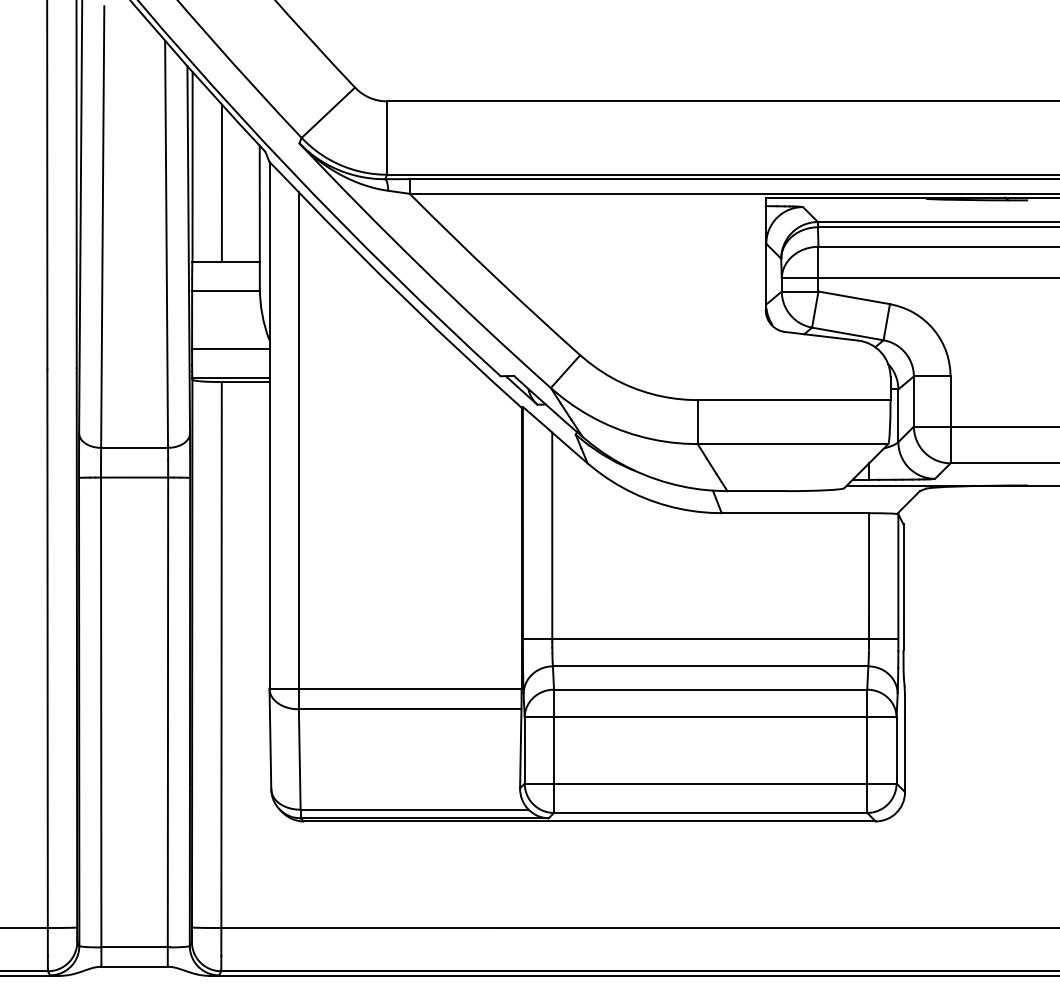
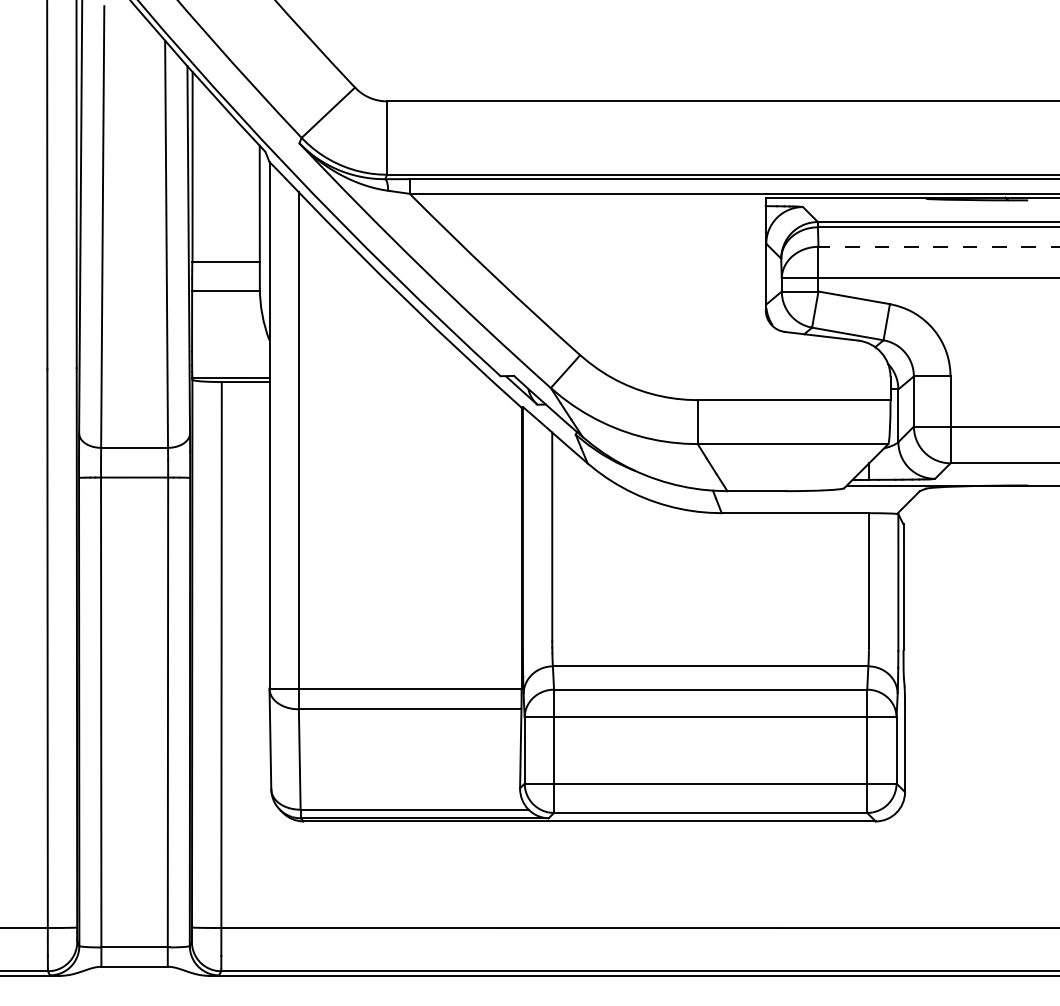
line at (221, 182): present -> none
line at (938, 246): solid -> dashed
line at (230, 348): present -> none
line at (710, 638): present -> none
